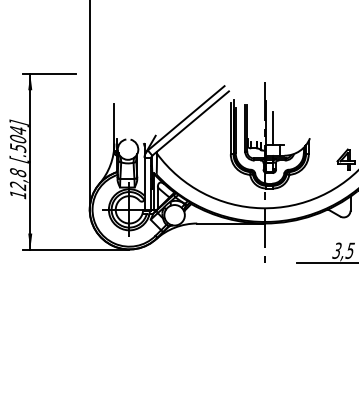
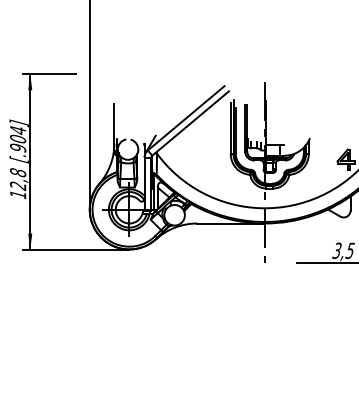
line at (273, 127): present -> none
text at (17, 148): [.504] -> [.904]
